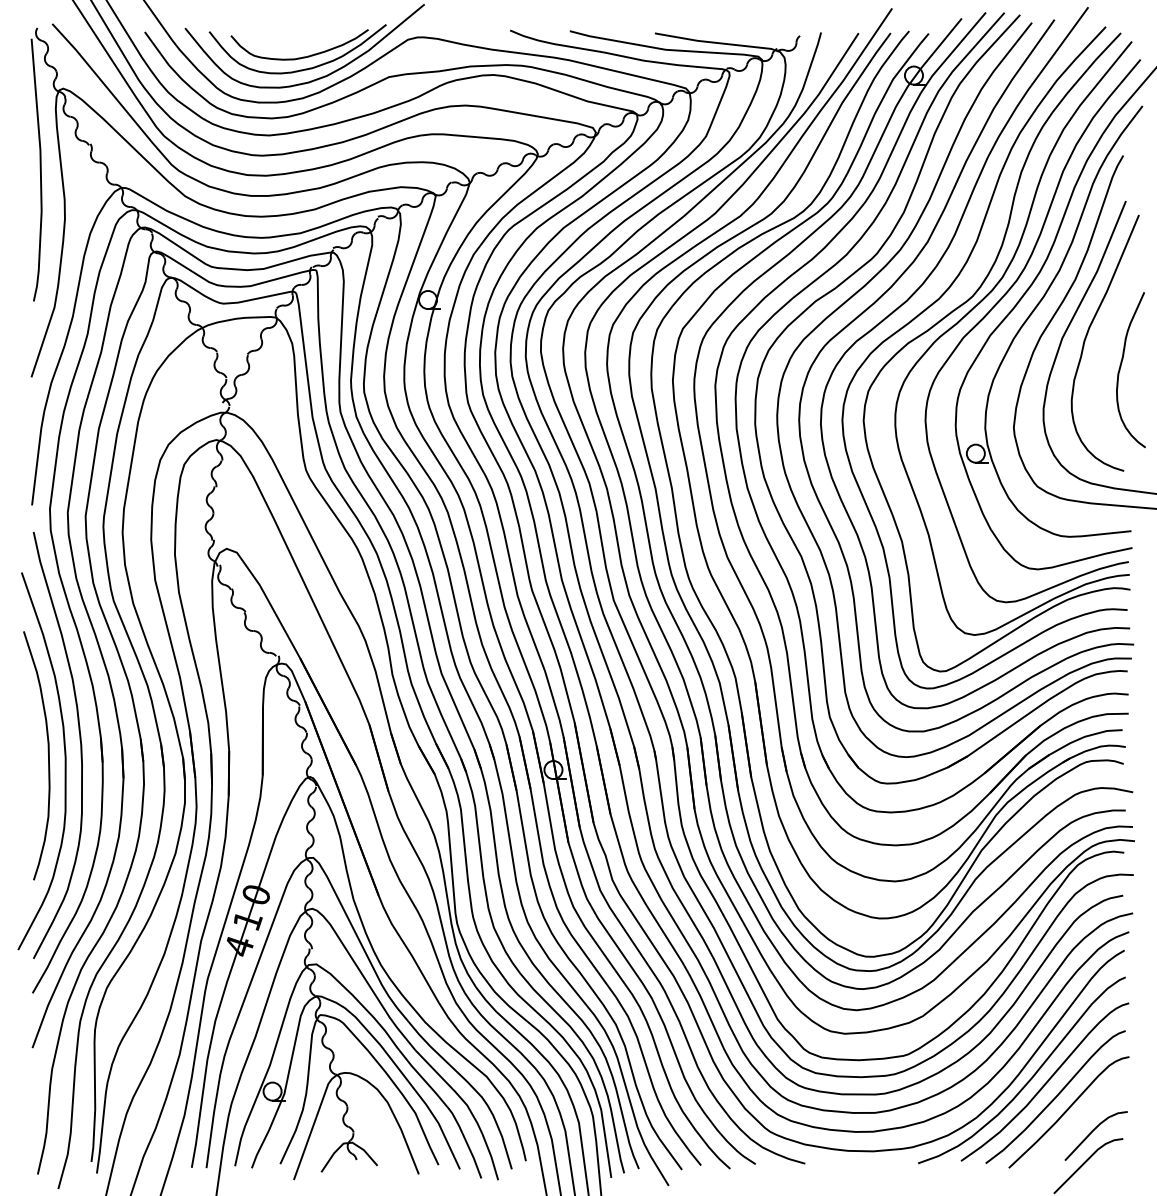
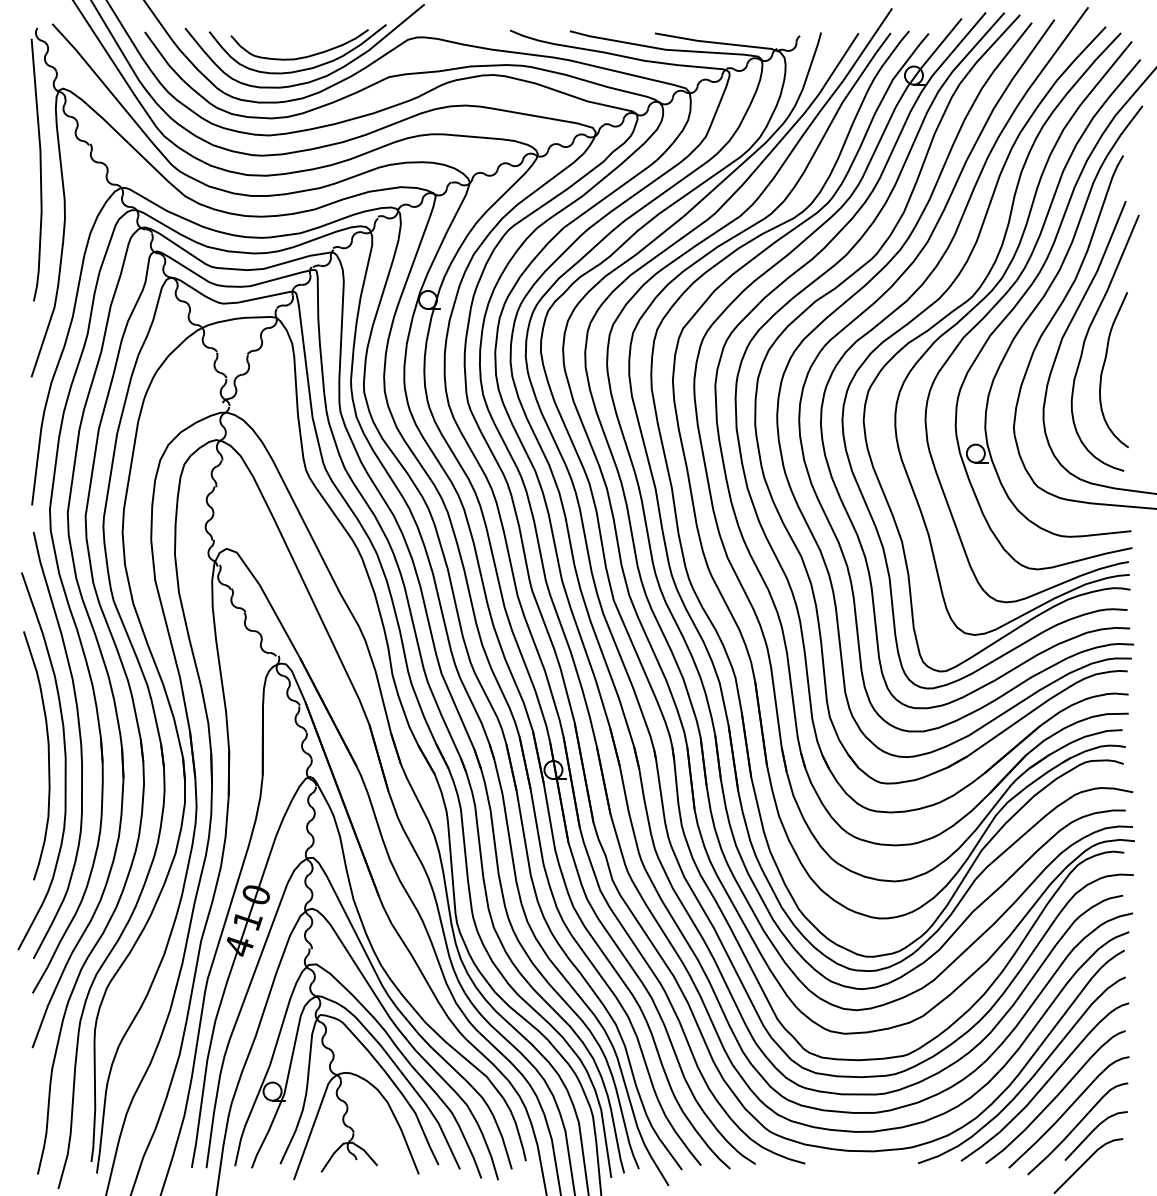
curve at (1121, 367) position: (1121, 367) -> (1104, 367)
curve at (1076, 1127): none -> present
